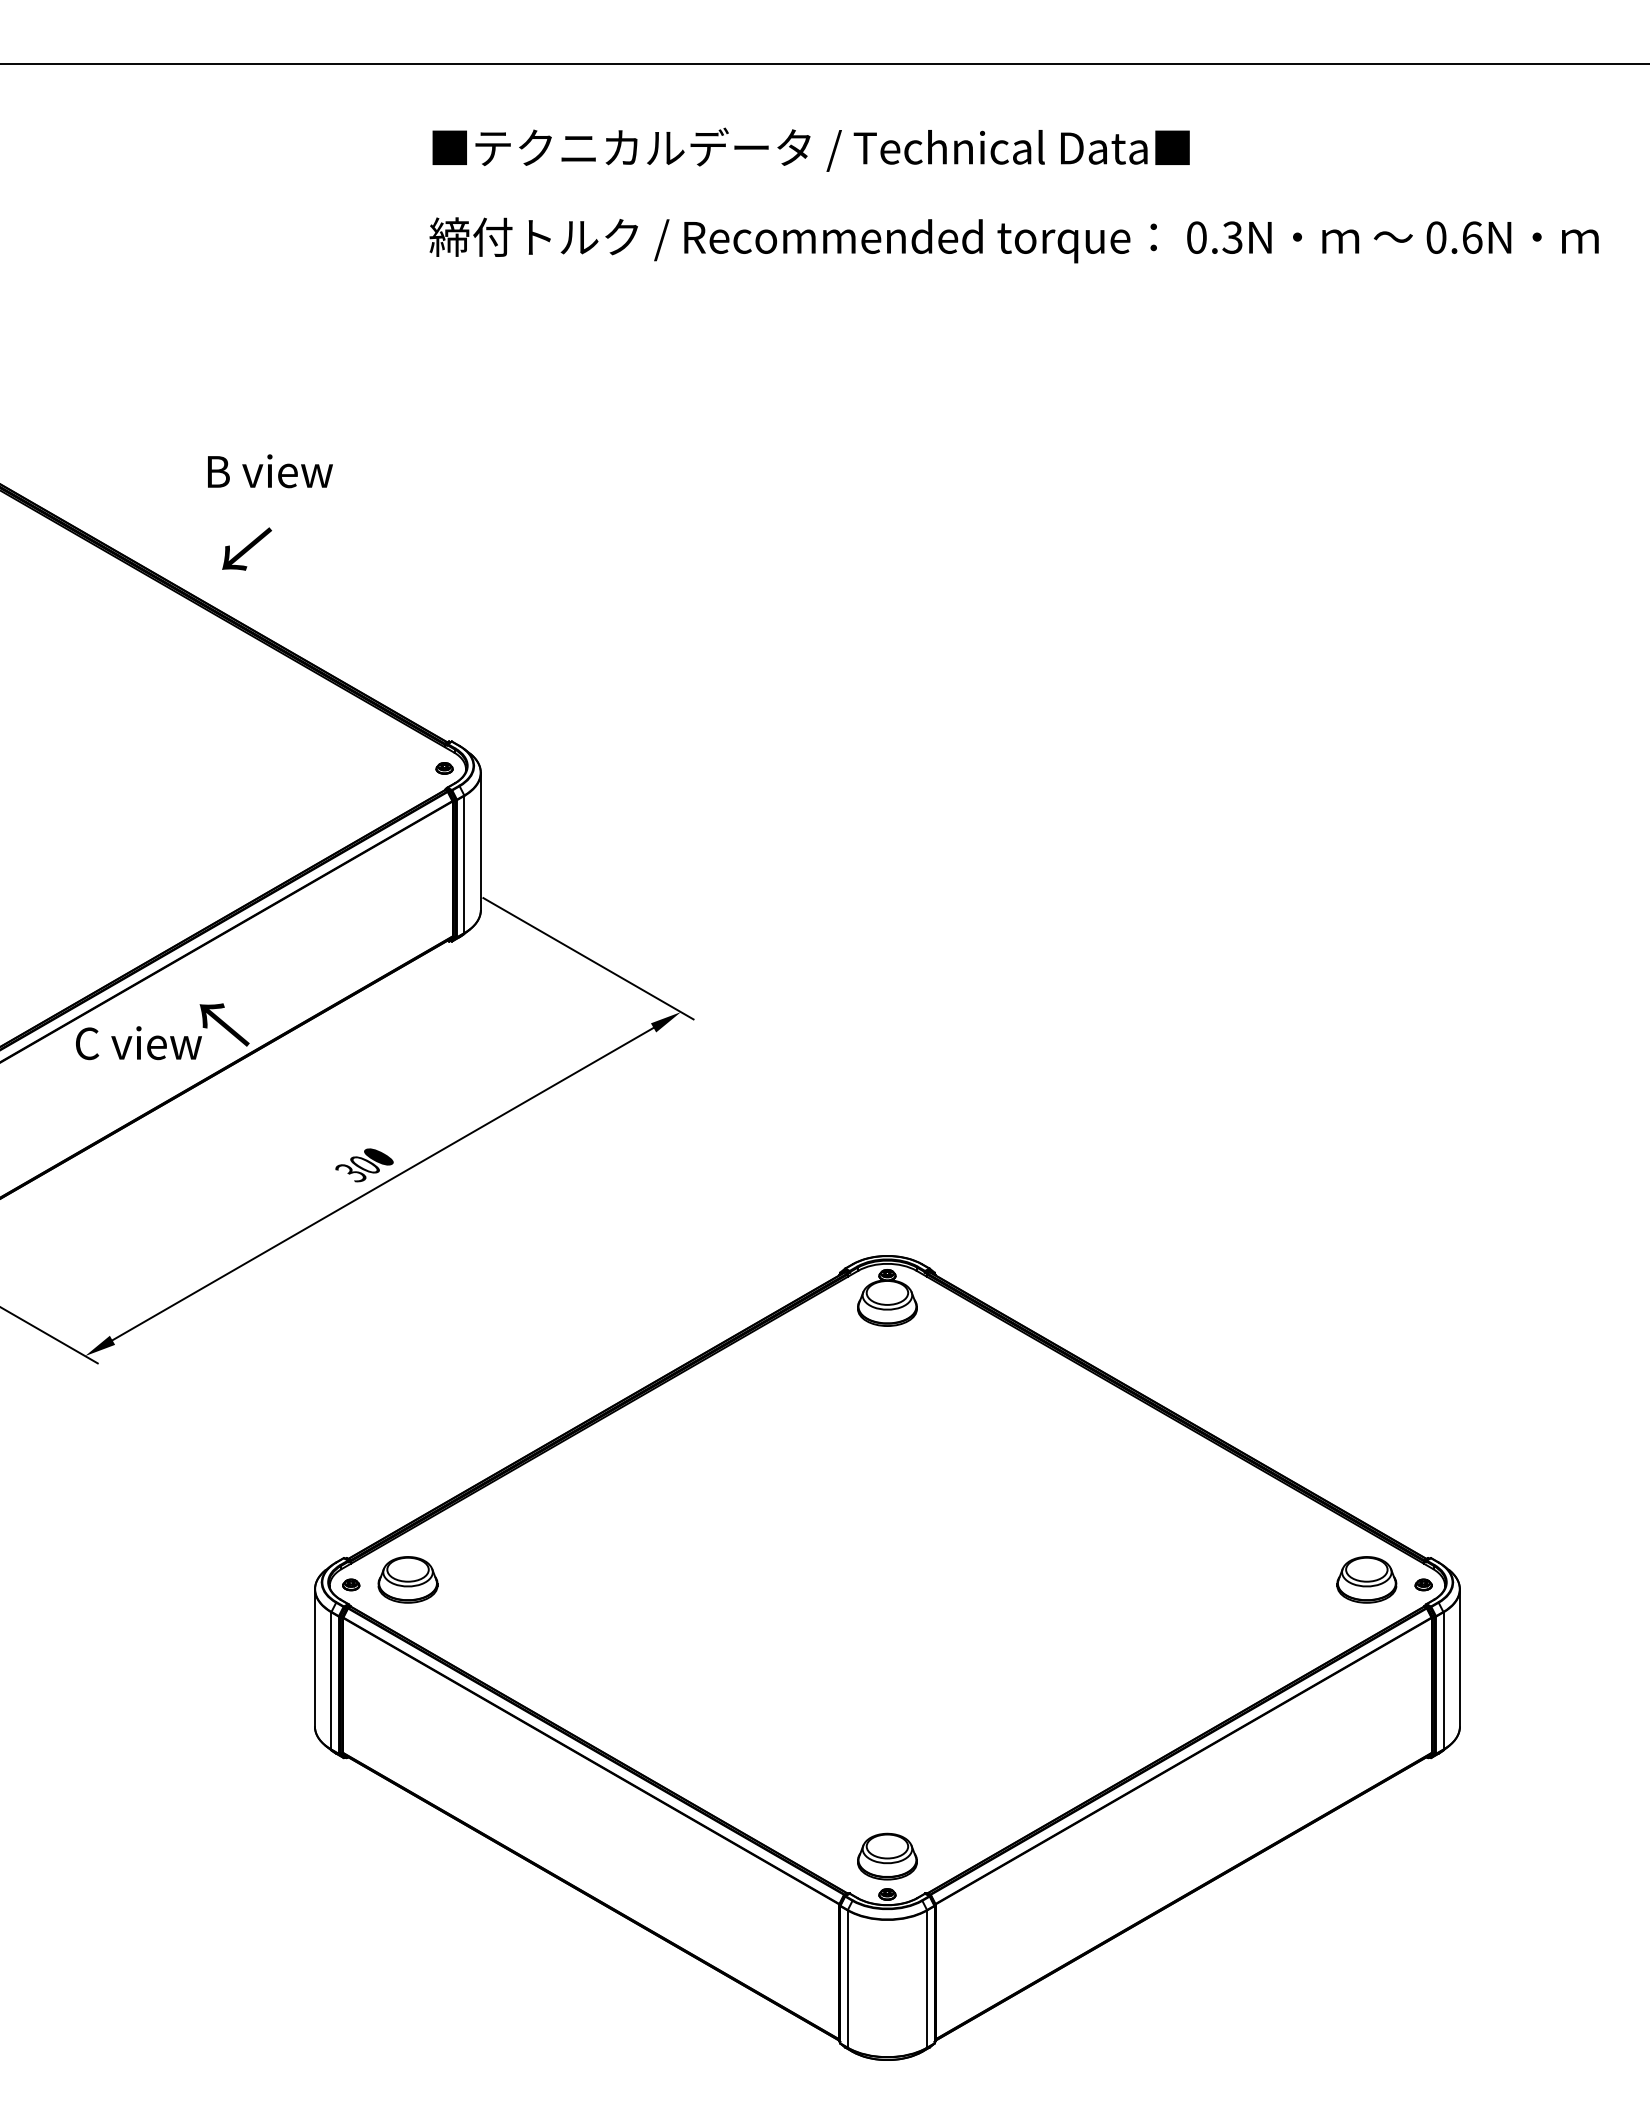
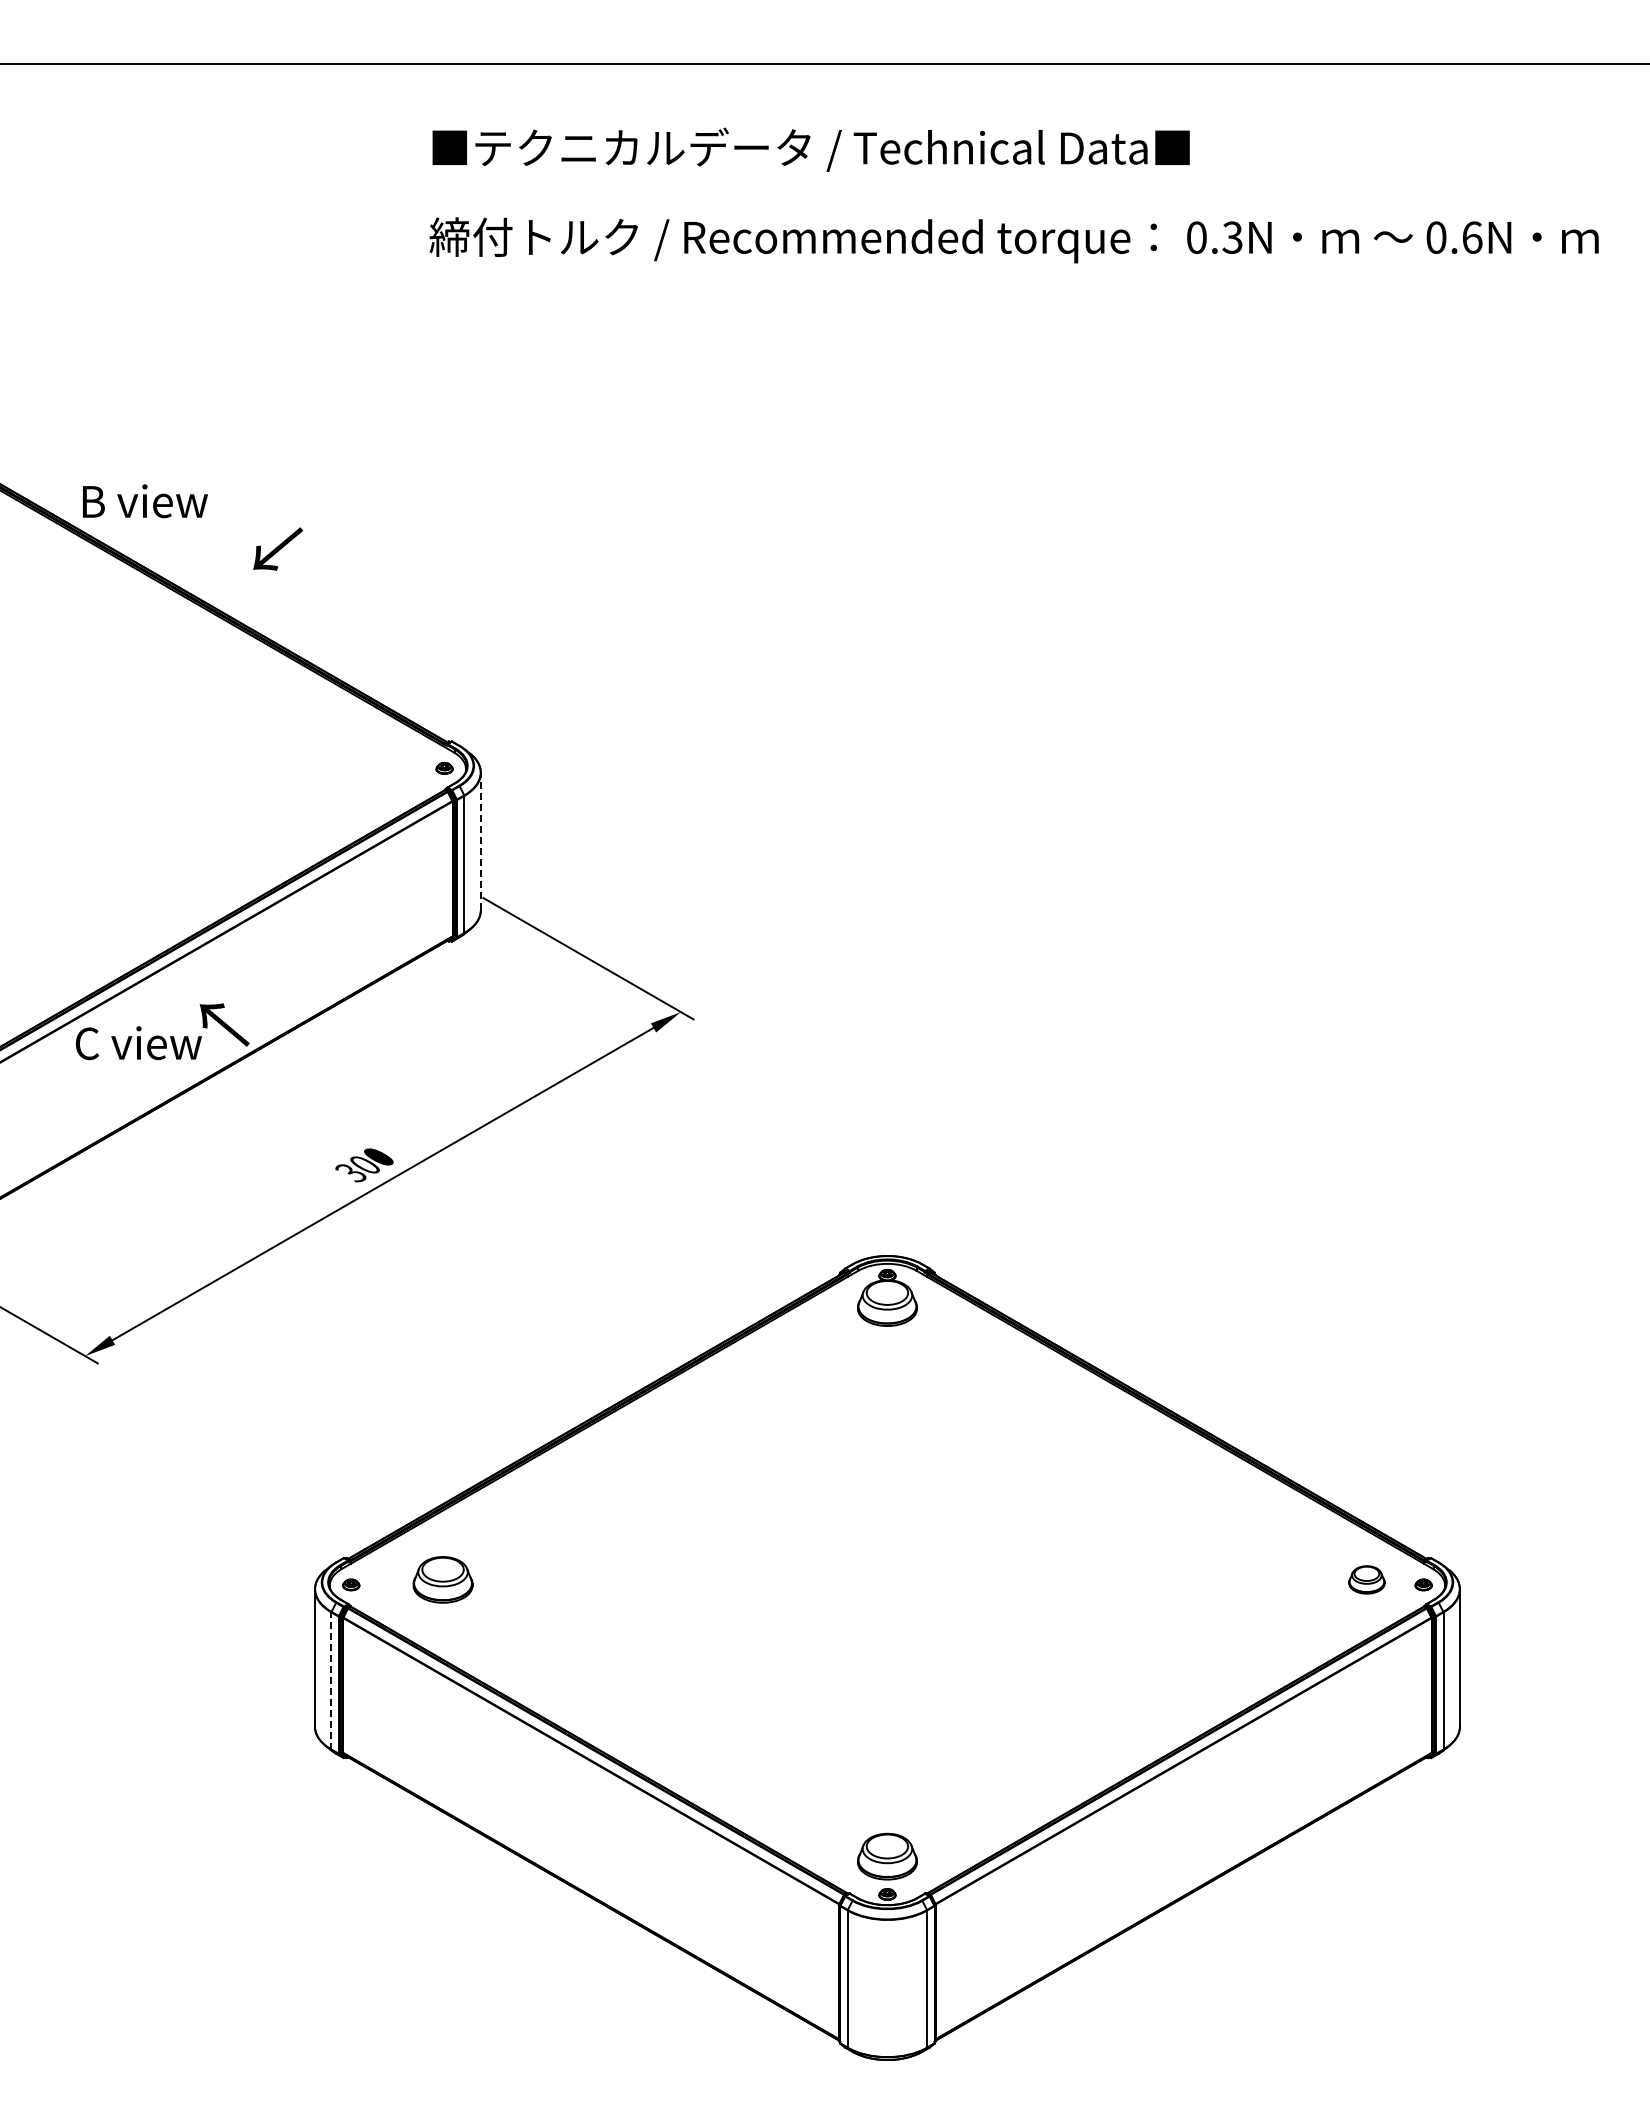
text at (270, 471) position: (270, 471) -> (145, 501)
text at (246, 548) position: (246, 548) -> (277, 548)
line at (480, 841): solid -> dashed
part at (407, 1579) position: (407, 1579) -> (442, 1579)
part at (1366, 1579) size: 62x48 px -> 38x30 px
line at (331, 1680): solid -> dashed
